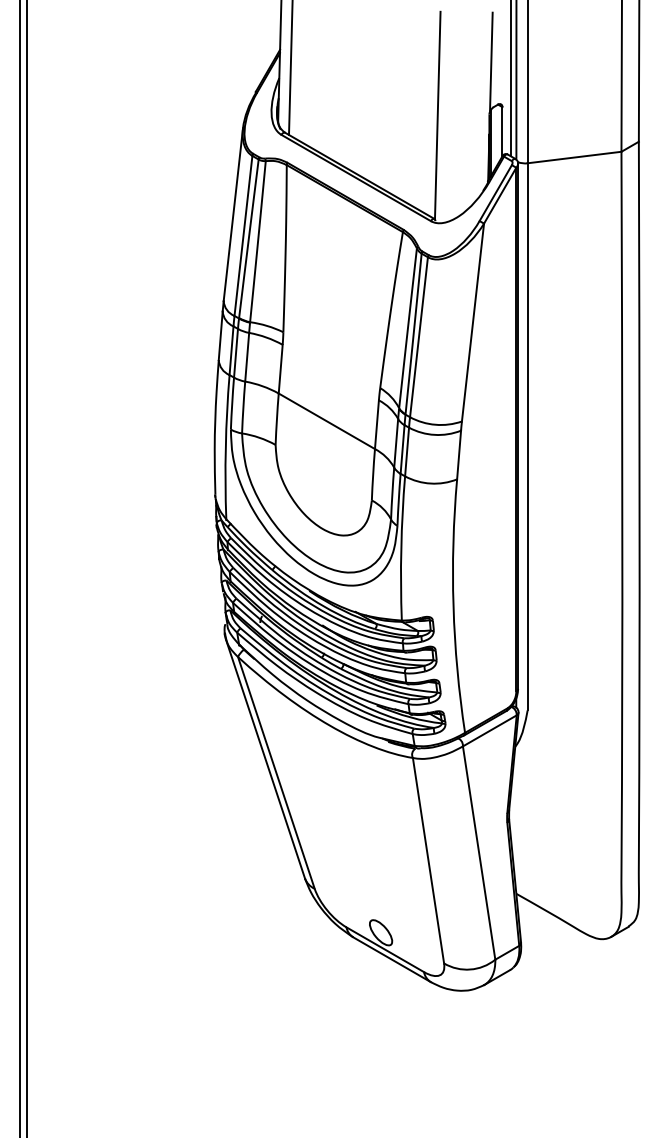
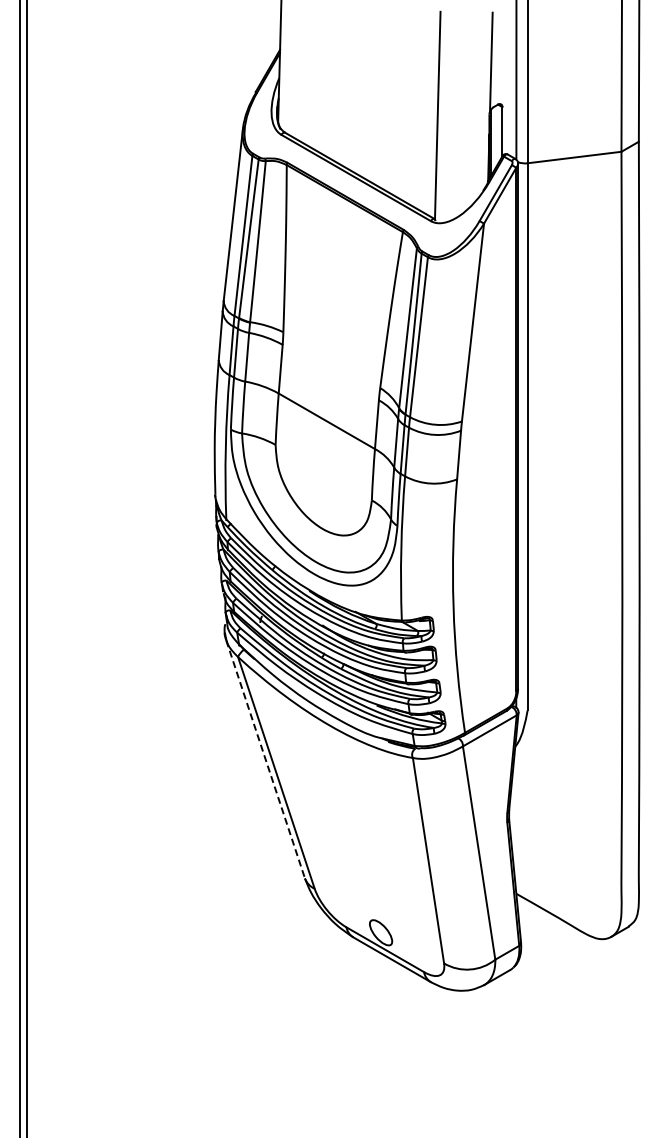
line at (290, 68): present -> none
line at (510, 79): present -> none
line at (265, 759): solid -> dashed
